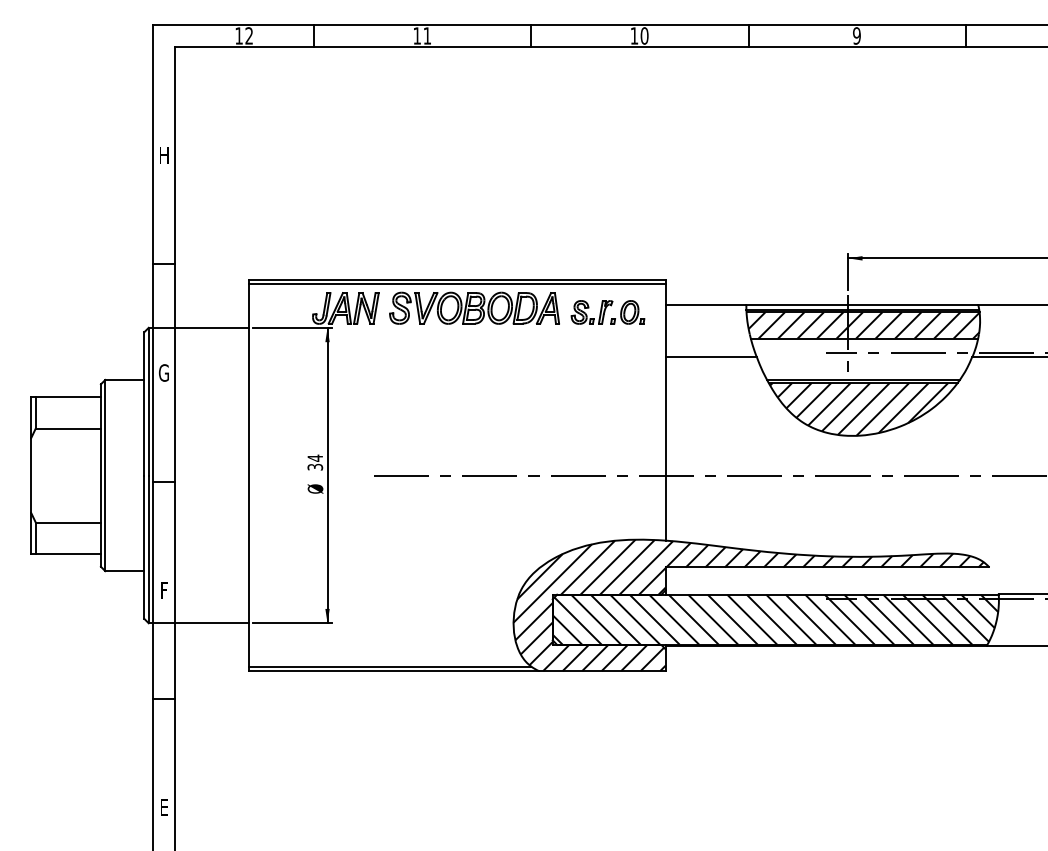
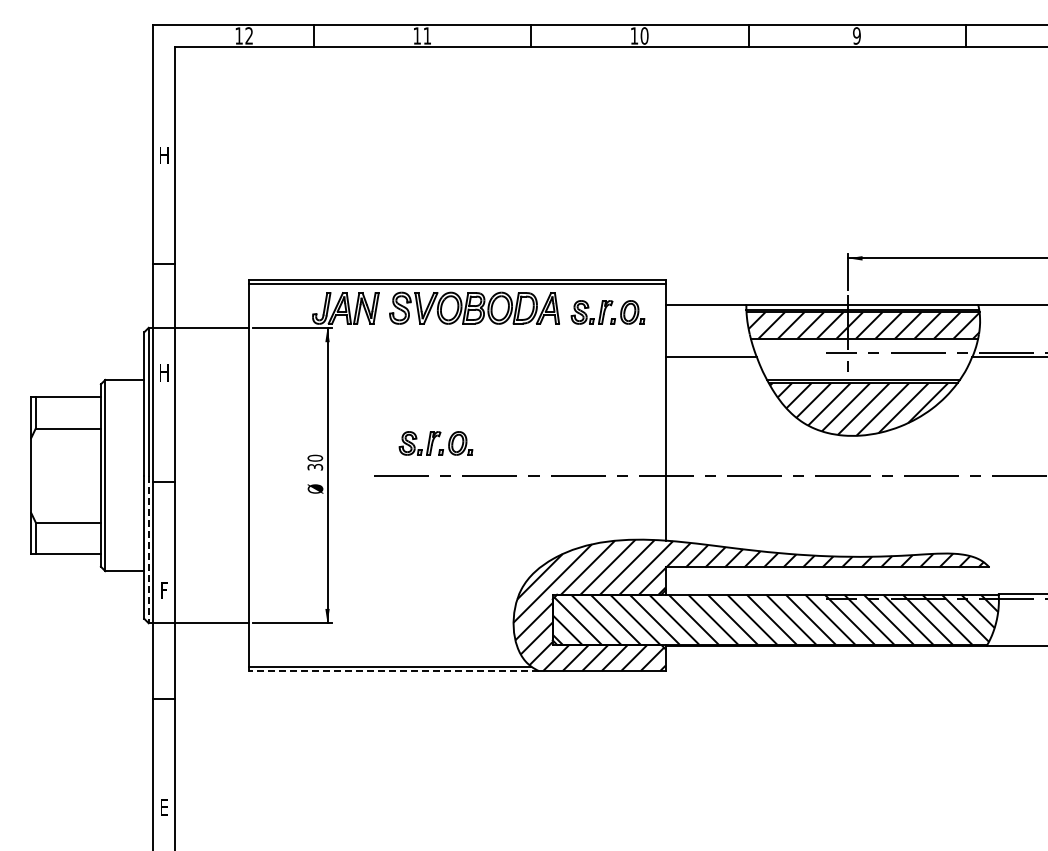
text at (163, 372): G -> H
part at (435, 443): none -> present
text at (315, 457): 34 -> 30
line at (148, 549): solid -> dashed
line at (393, 671): solid -> dashed
